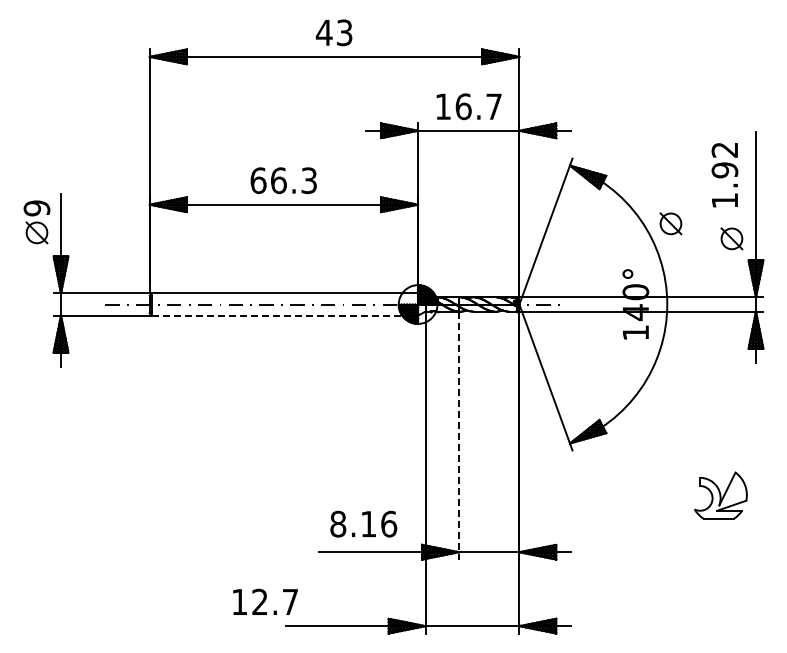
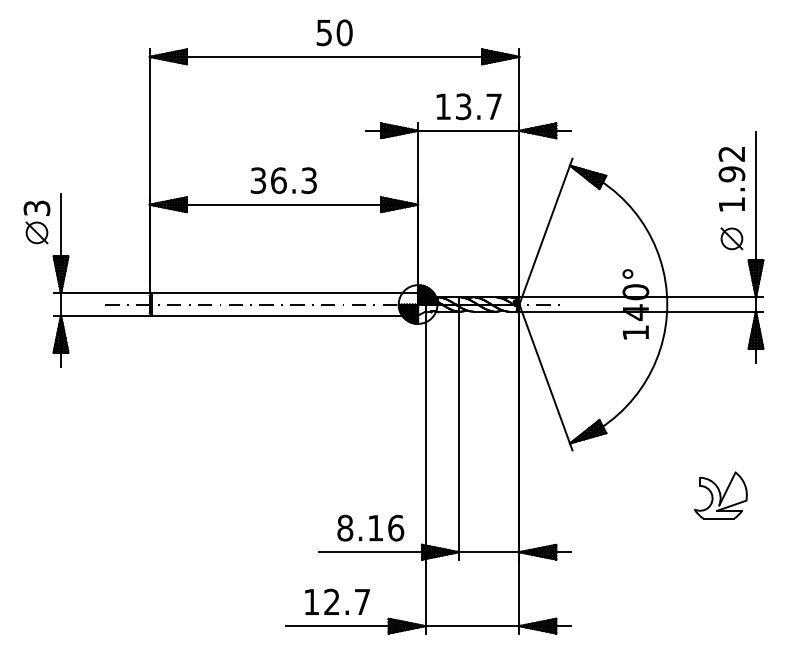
text at (333, 32): 43 -> 50
text at (463, 106): 16.7 -> 13.7
text at (724, 175) position: (724, 175) -> (731, 179)
text at (258, 180): 66.3 -> 36.3
text at (36, 208): 9 -> 3
part at (670, 223): present -> none
line at (285, 315): dashed -> solid
line at (459, 435): dashed -> solid
text at (363, 523) position: (363, 523) -> (370, 527)
text at (265, 601) position: (265, 601) -> (337, 601)
